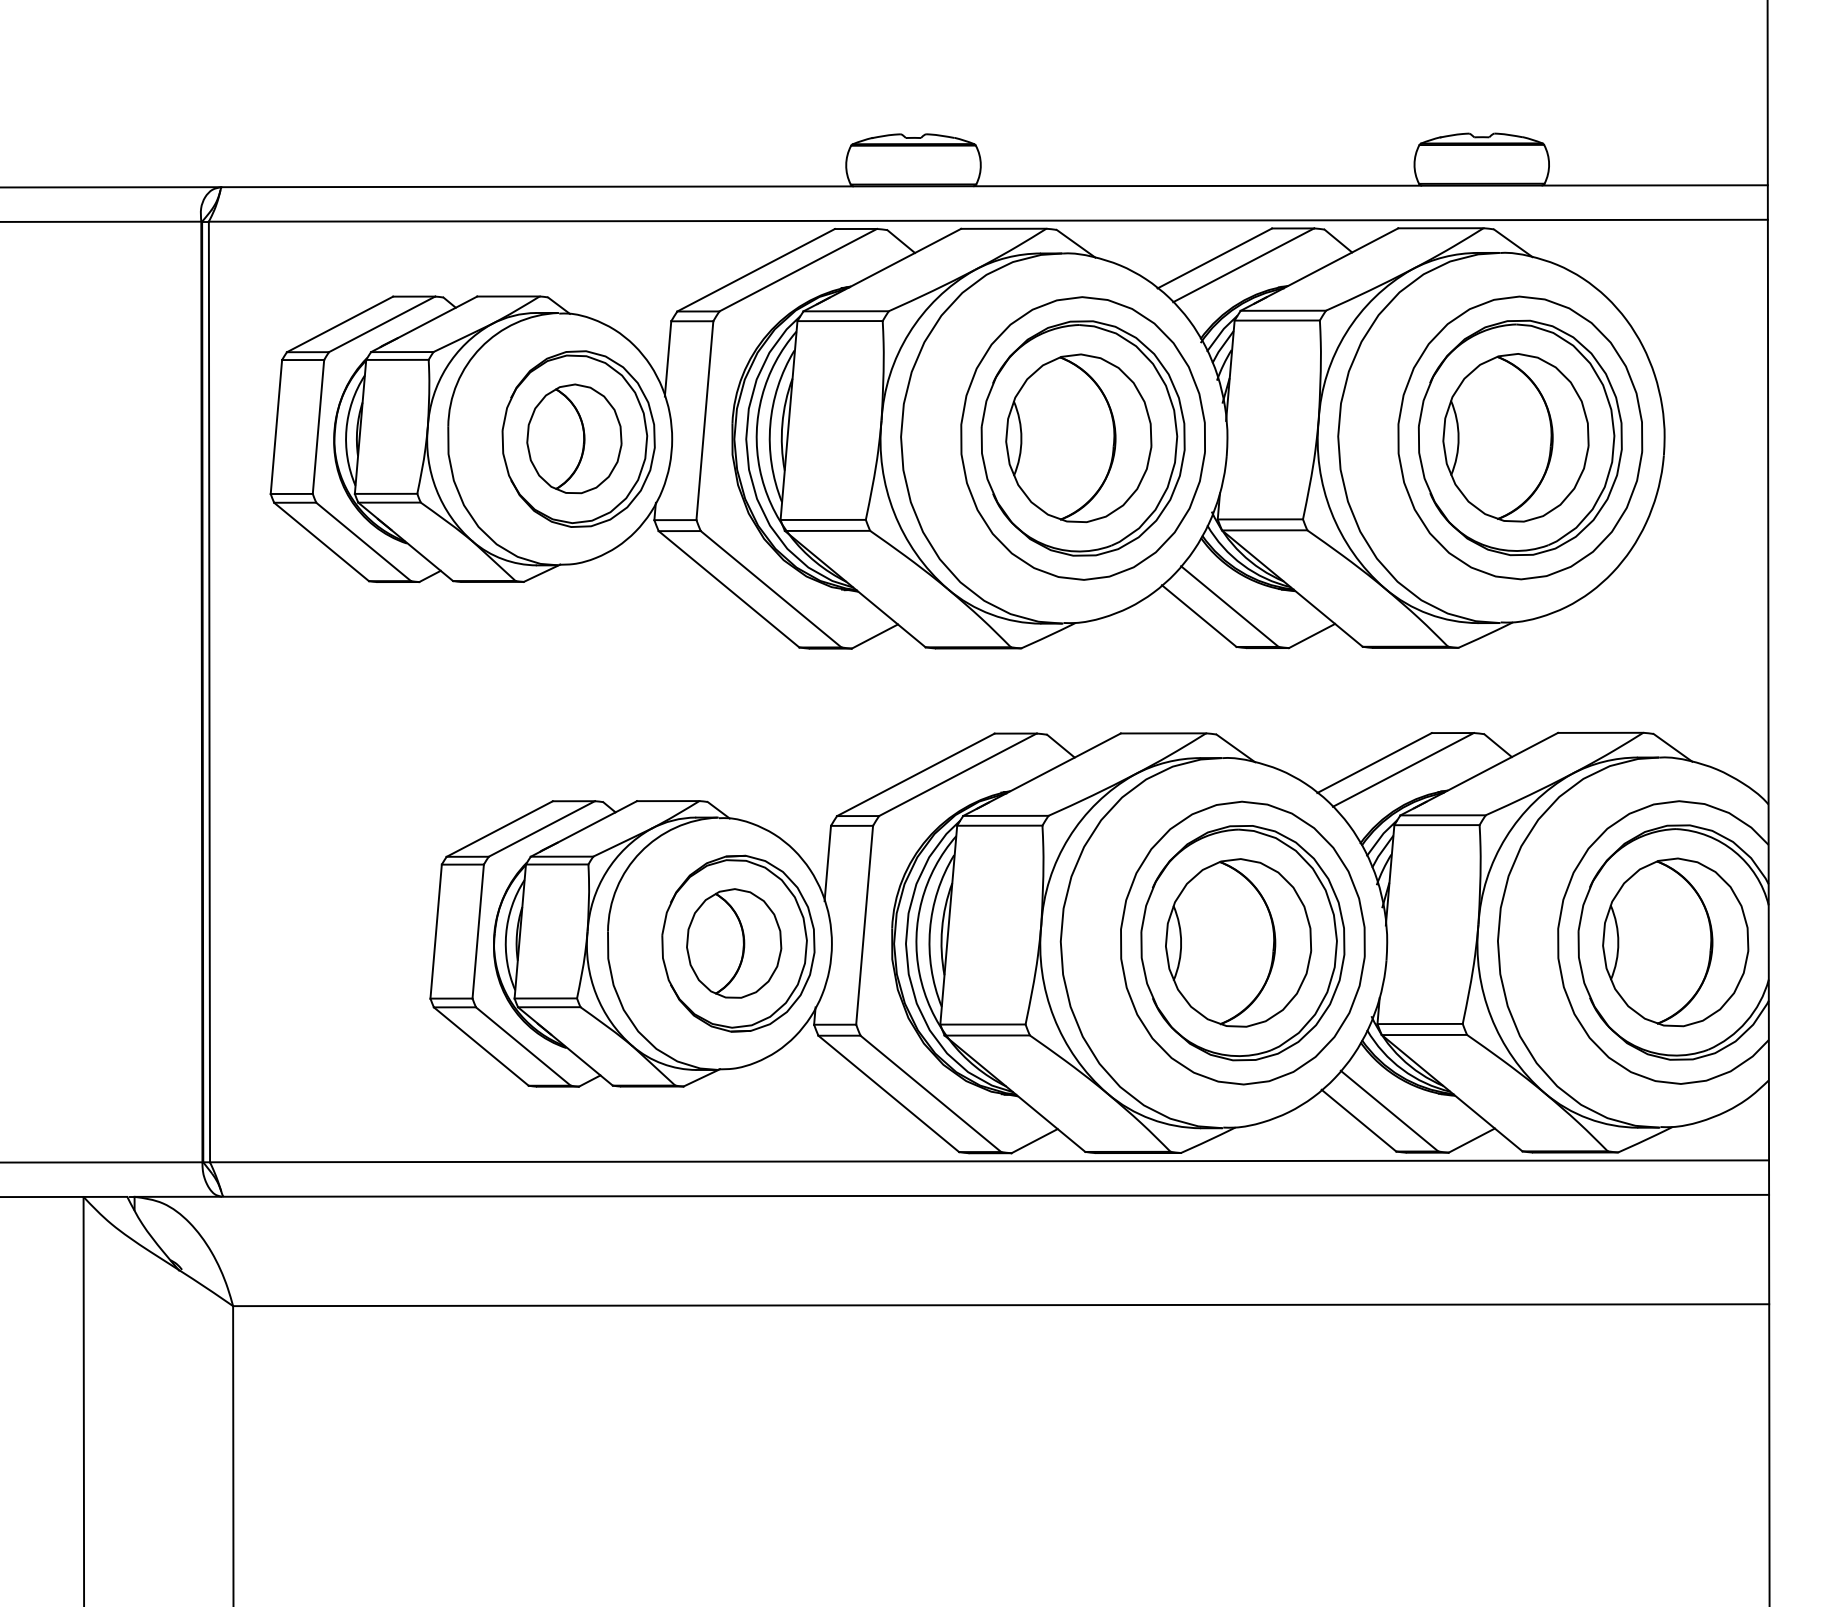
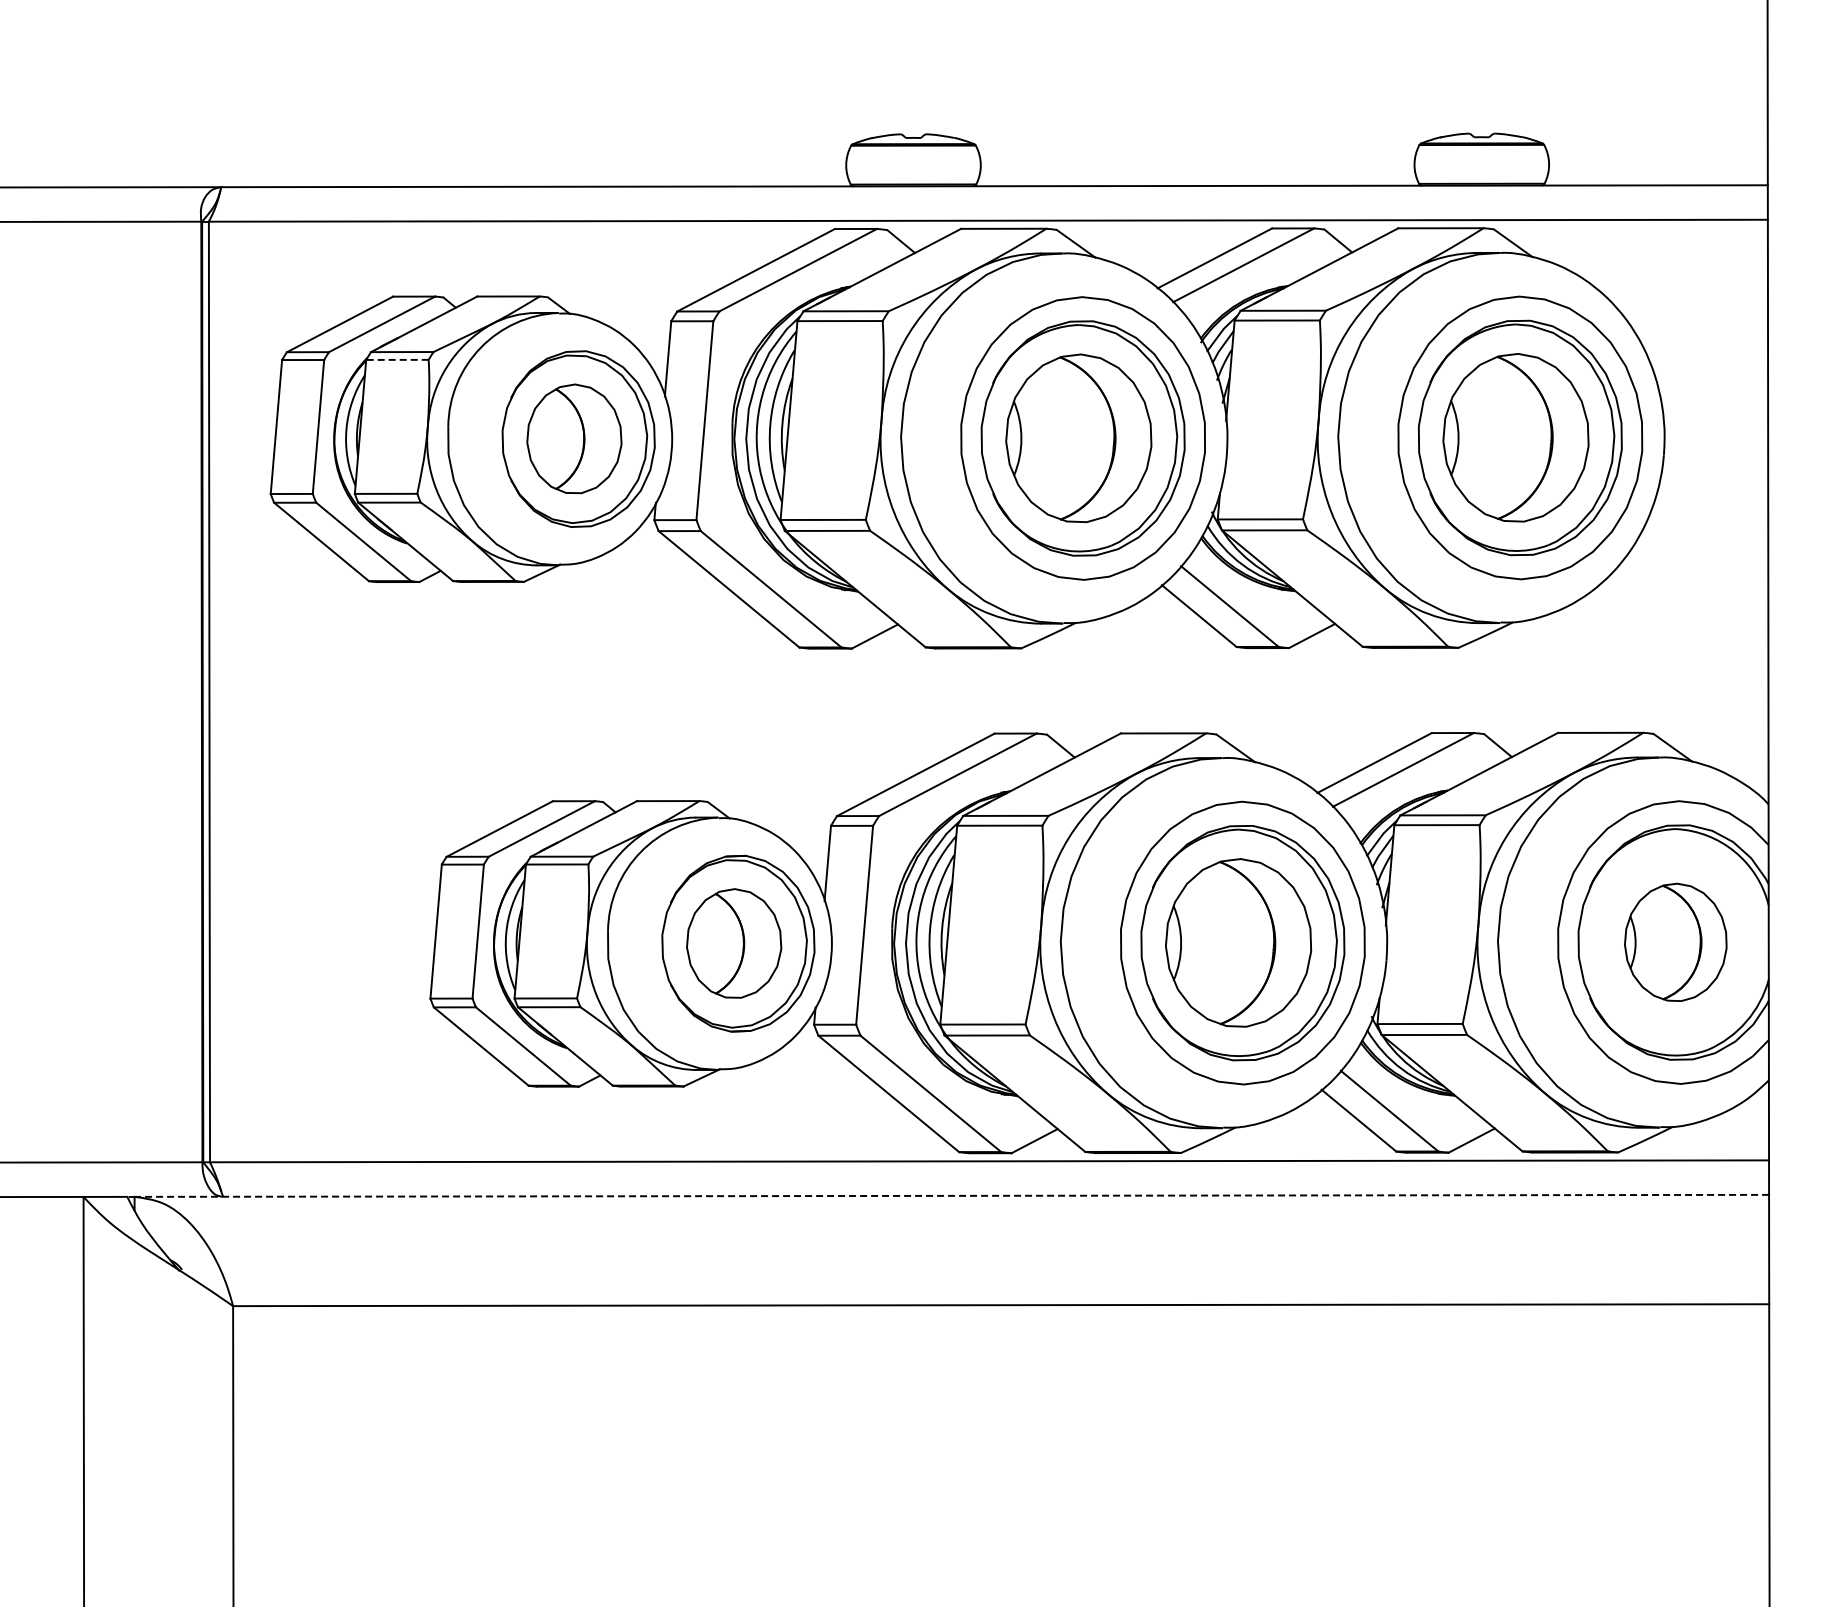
line at (396, 359): solid -> dashed
part at (1675, 942) size: 148x171 px -> 104x120 px
line at (951, 1195): solid -> dashed
